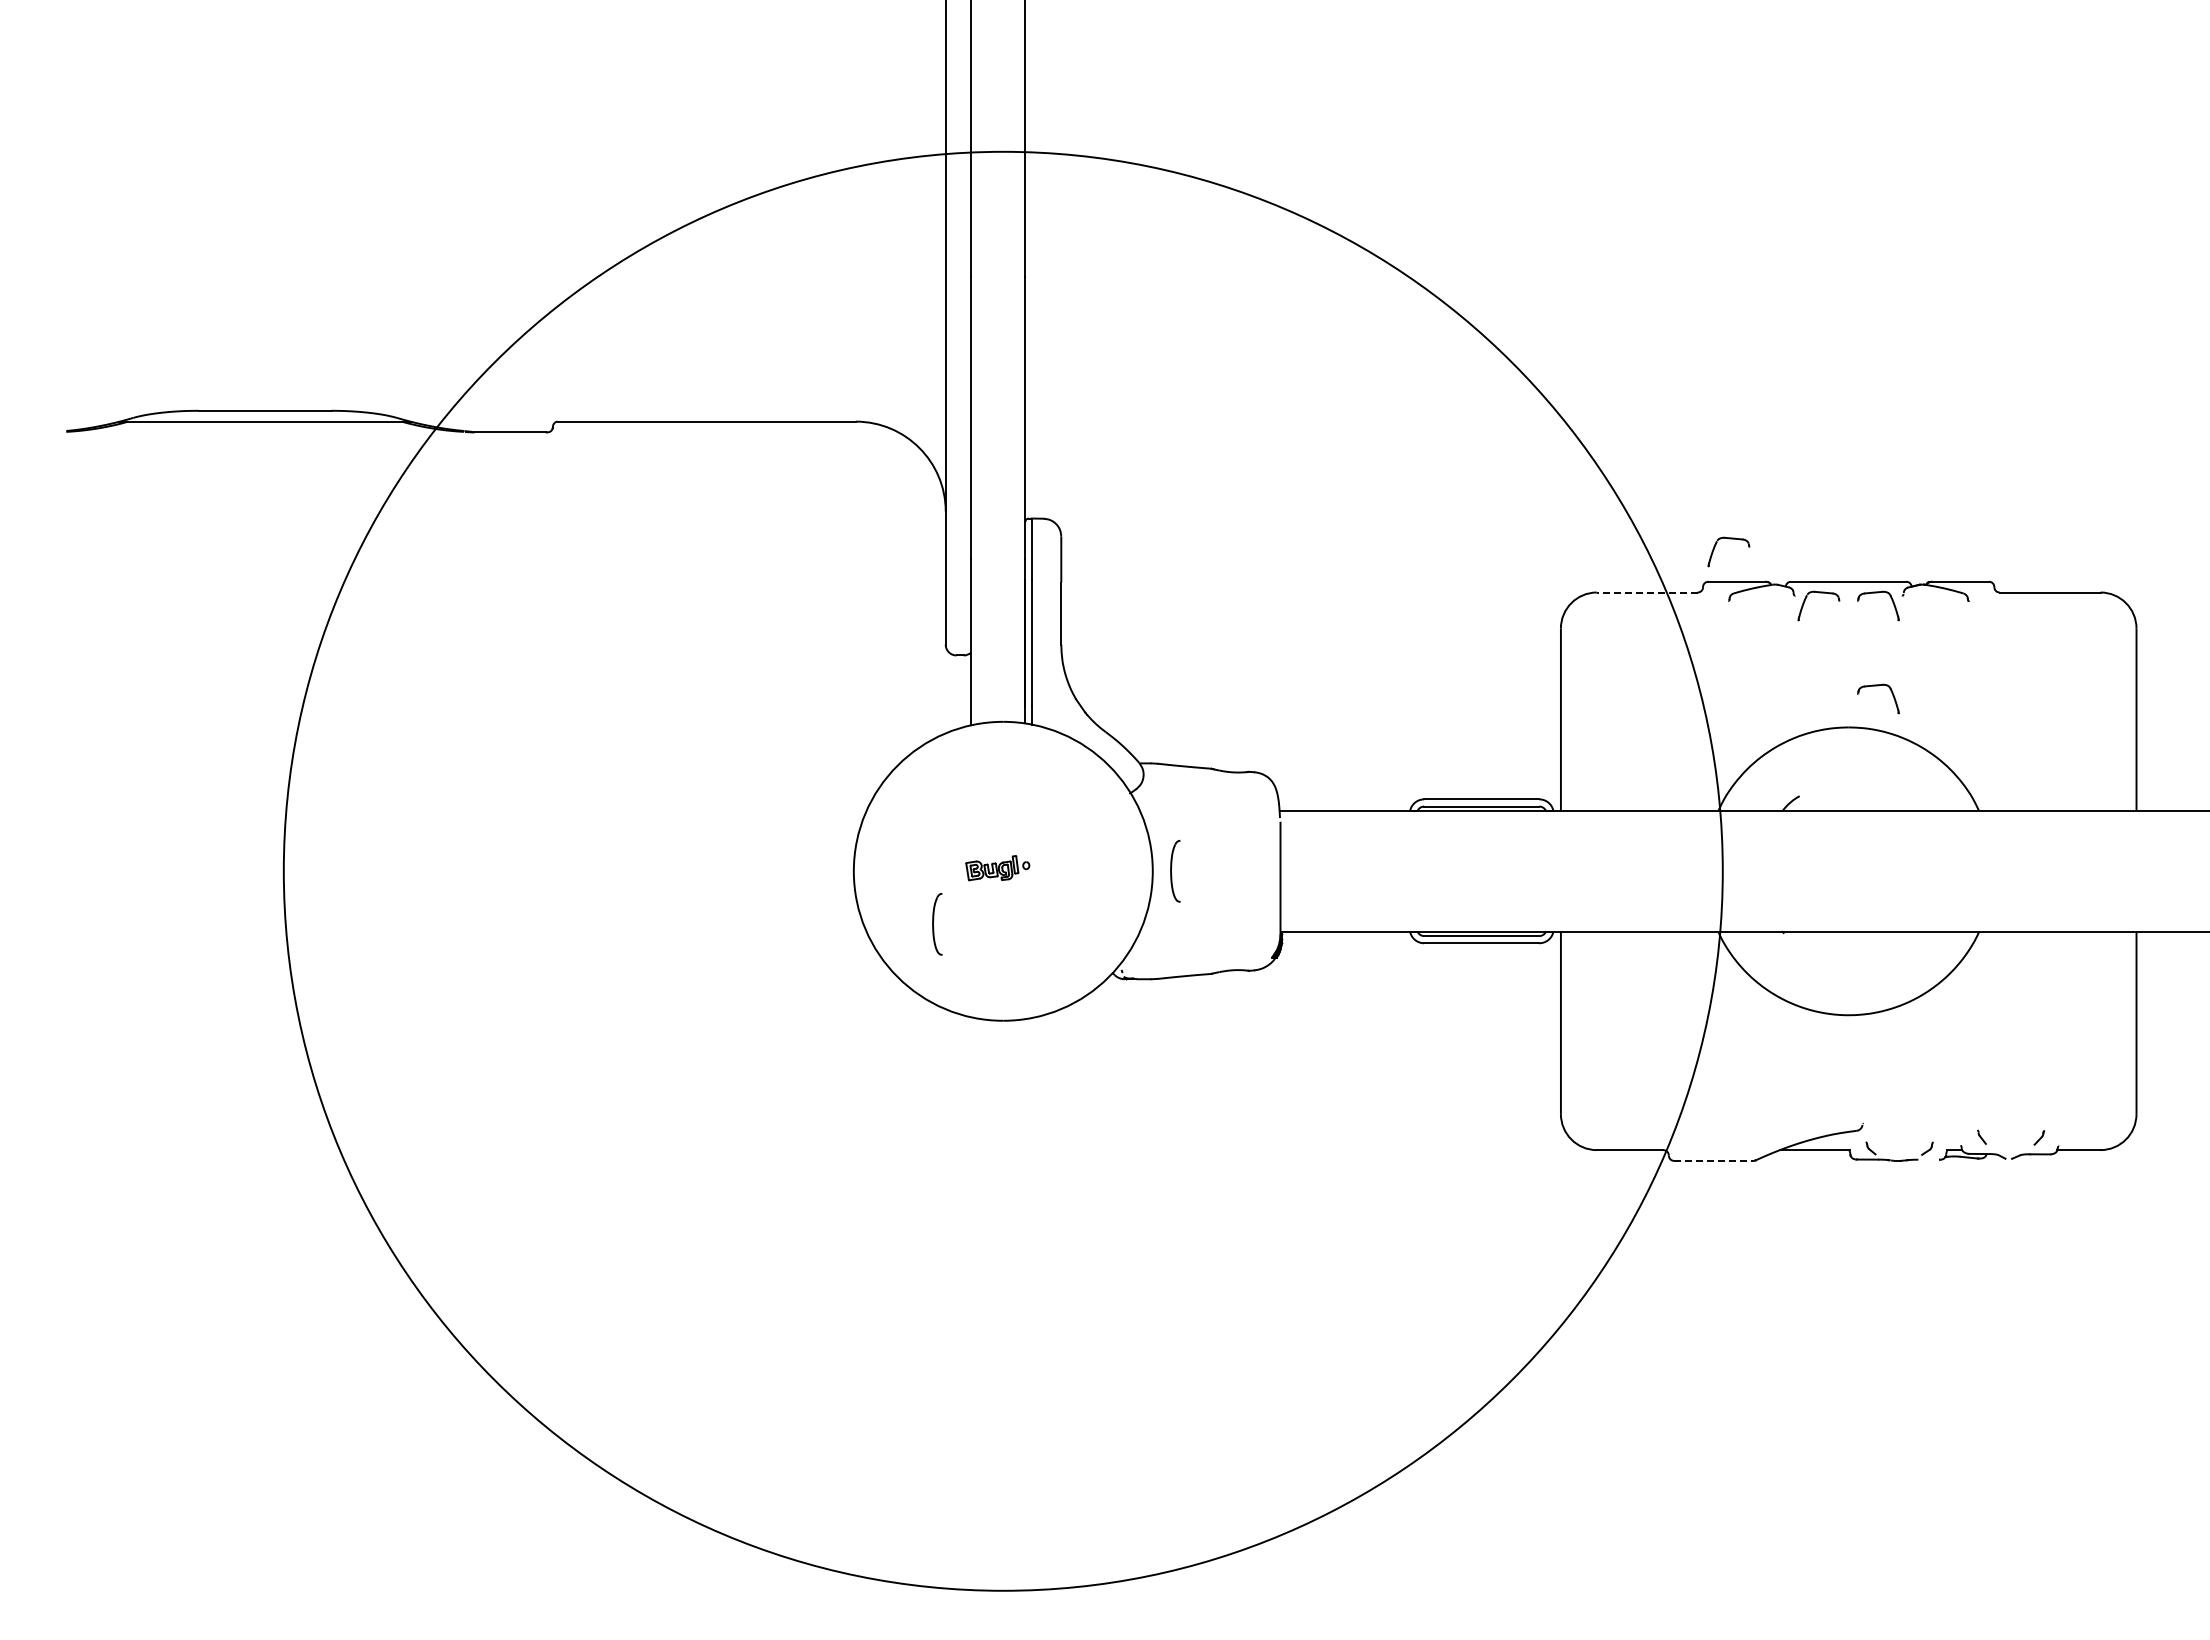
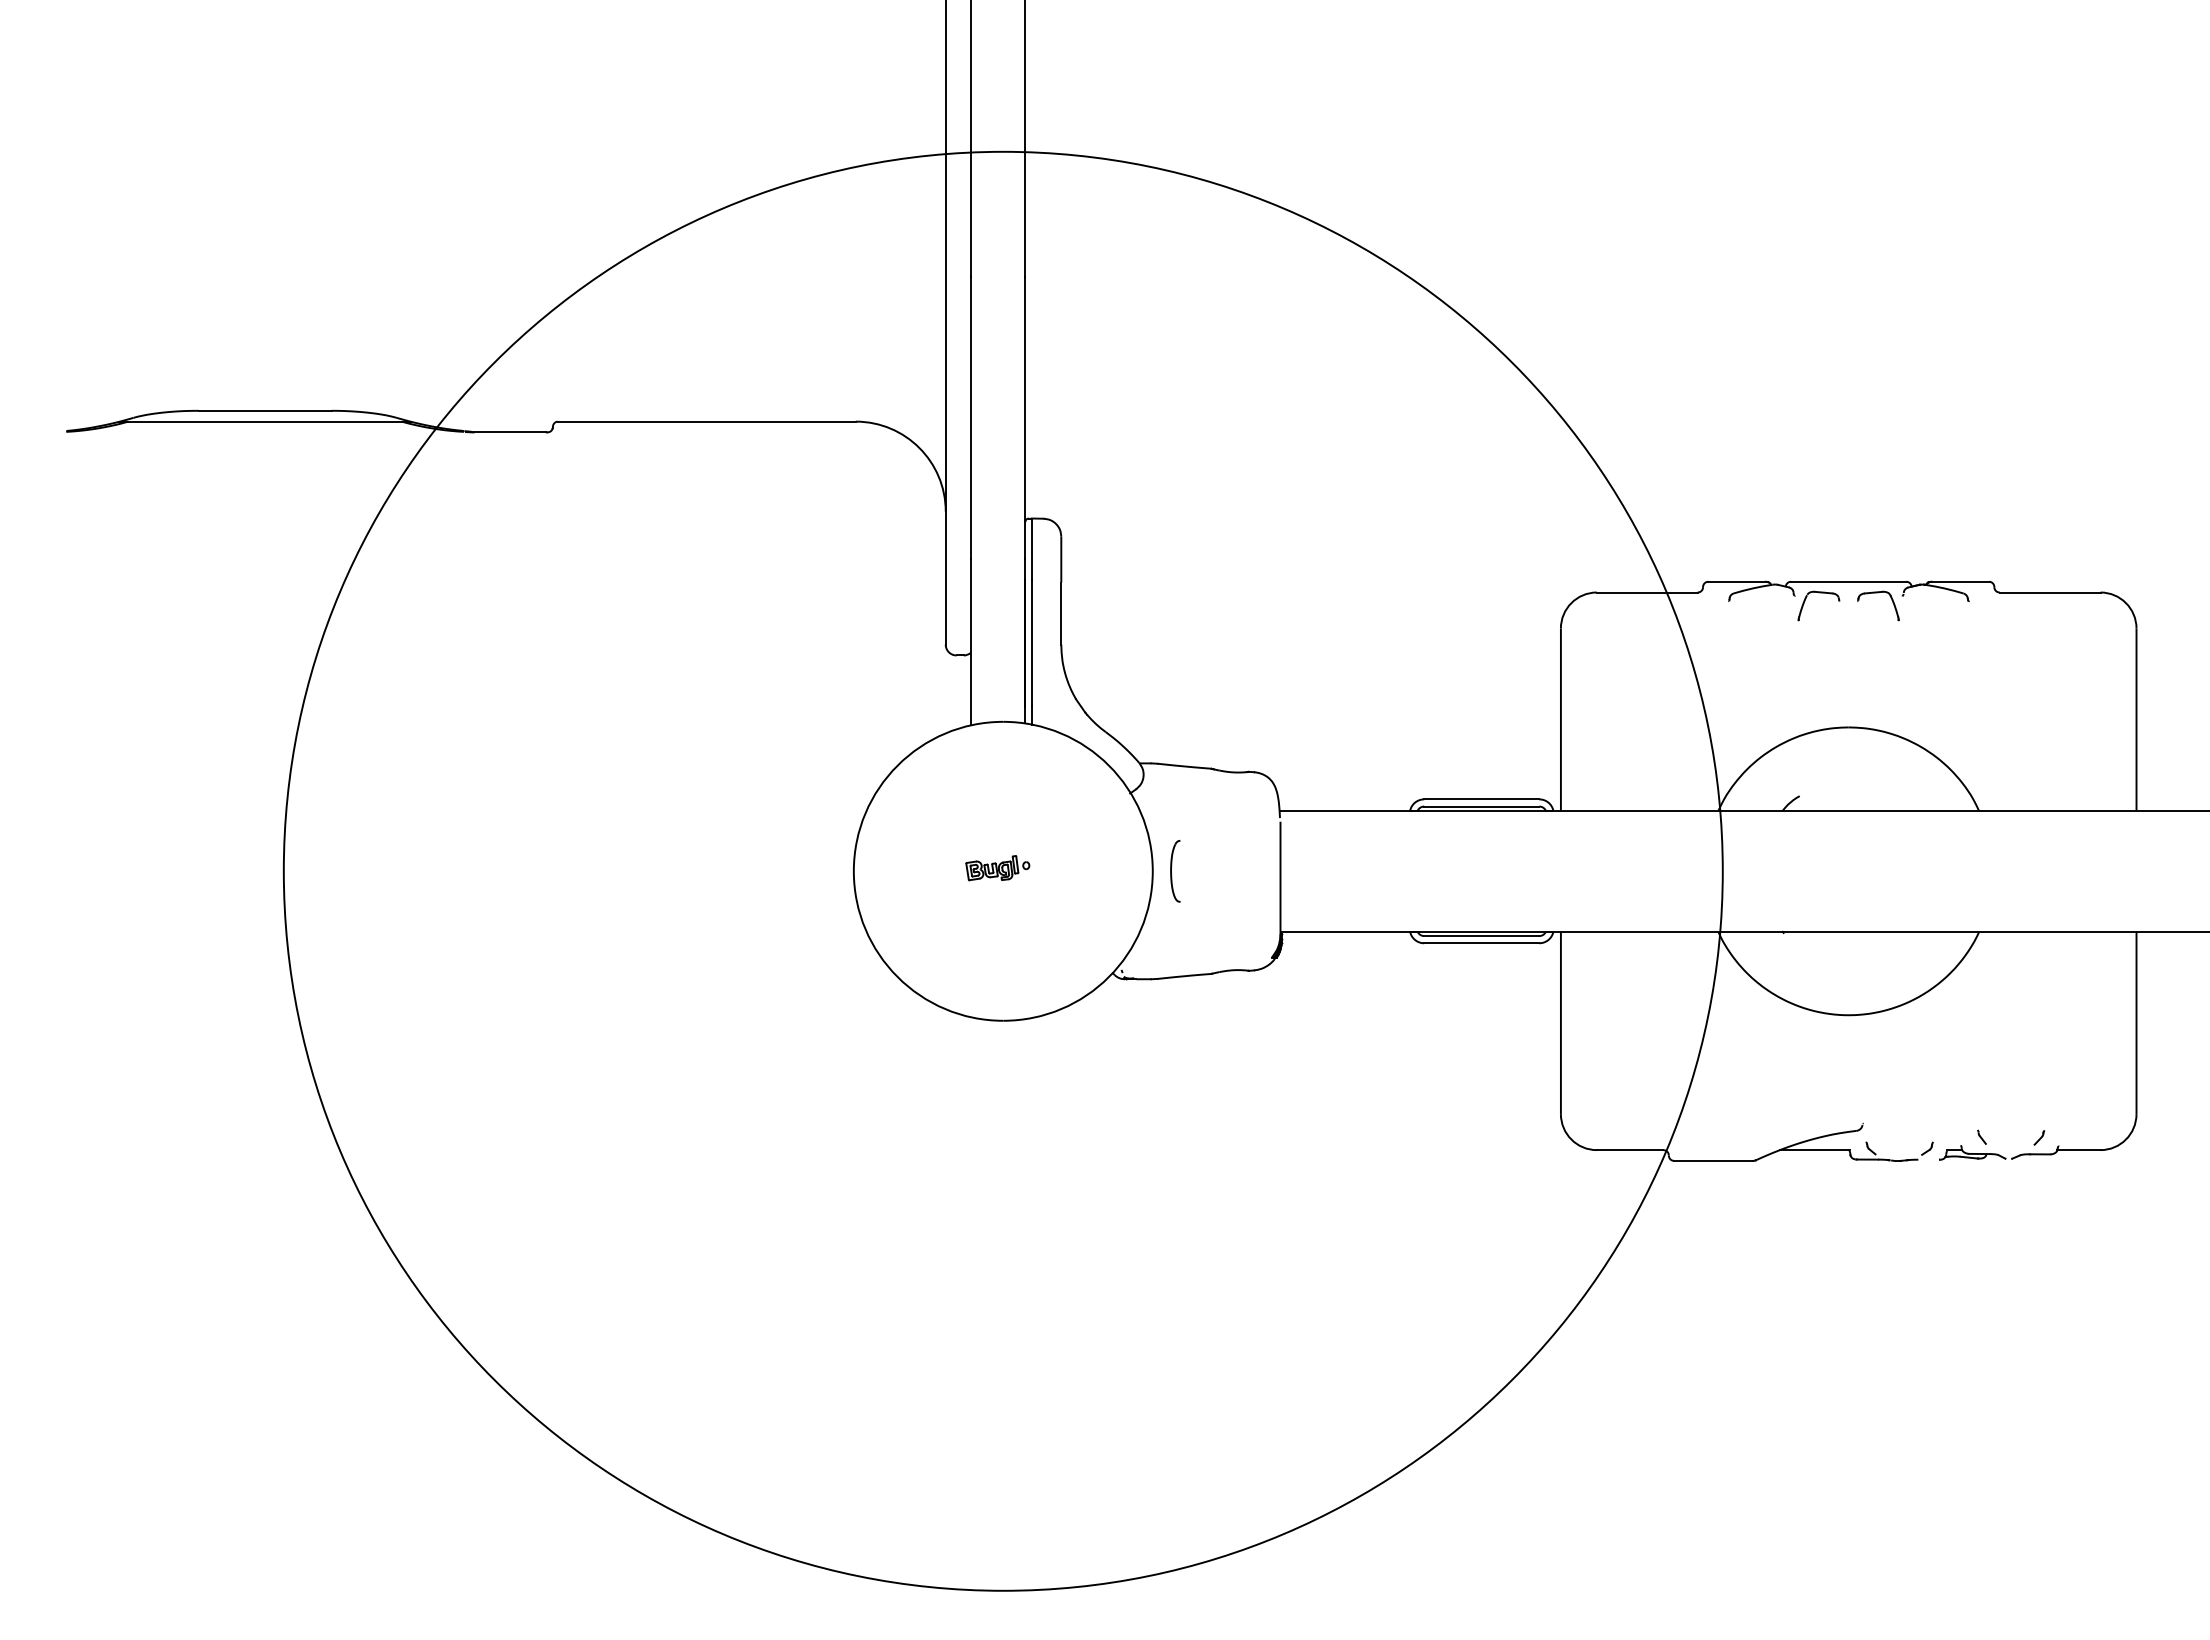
part at (1728, 539): present -> none
line at (1646, 592): dashed -> solid
part at (1878, 686): present -> none
part at (937, 924): present -> none
line at (1713, 1160): dashed -> solid
